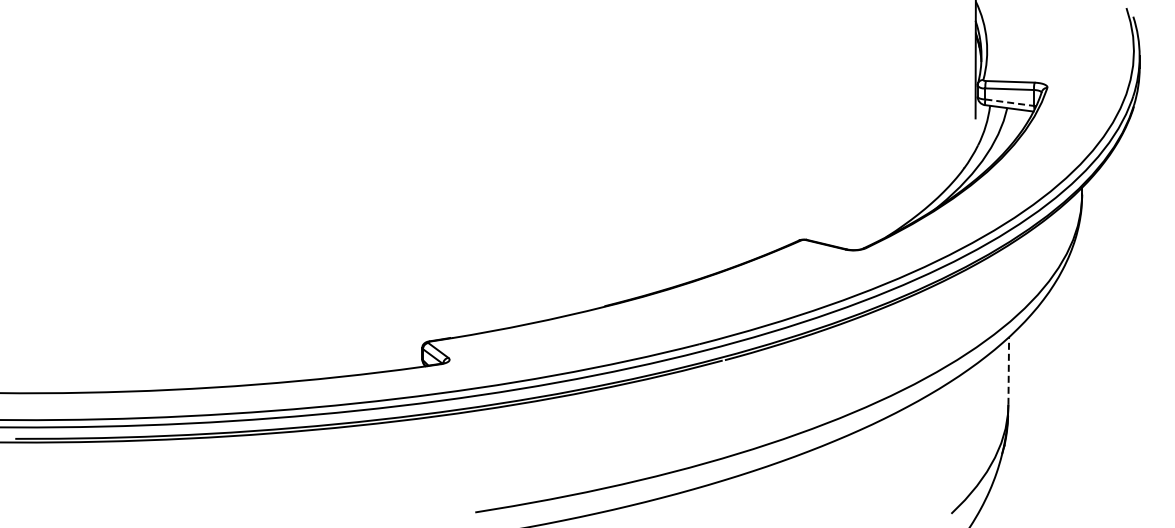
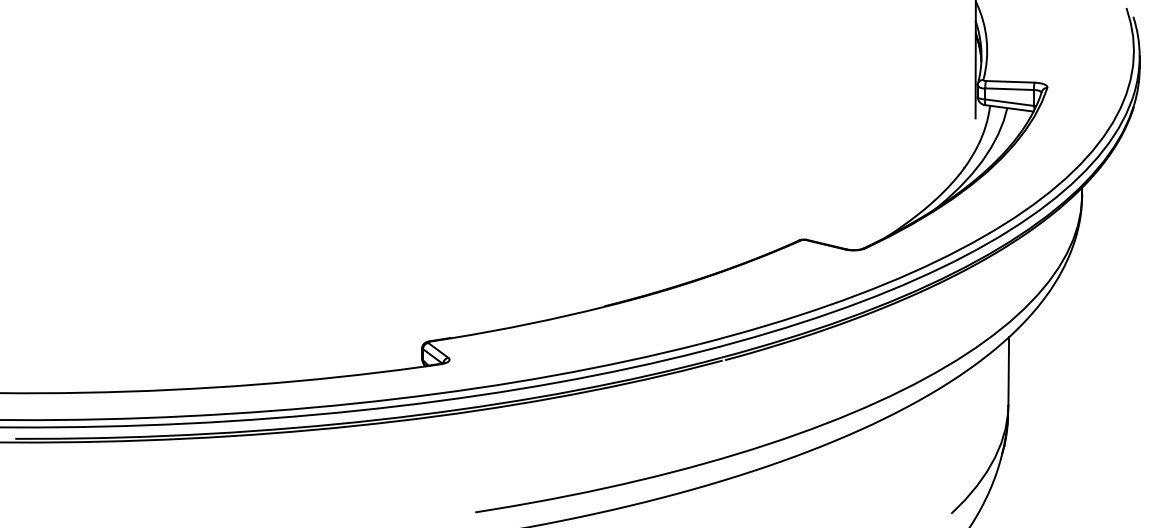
line at (1009, 102): dashed -> solid
line at (1008, 370): dashed -> solid
